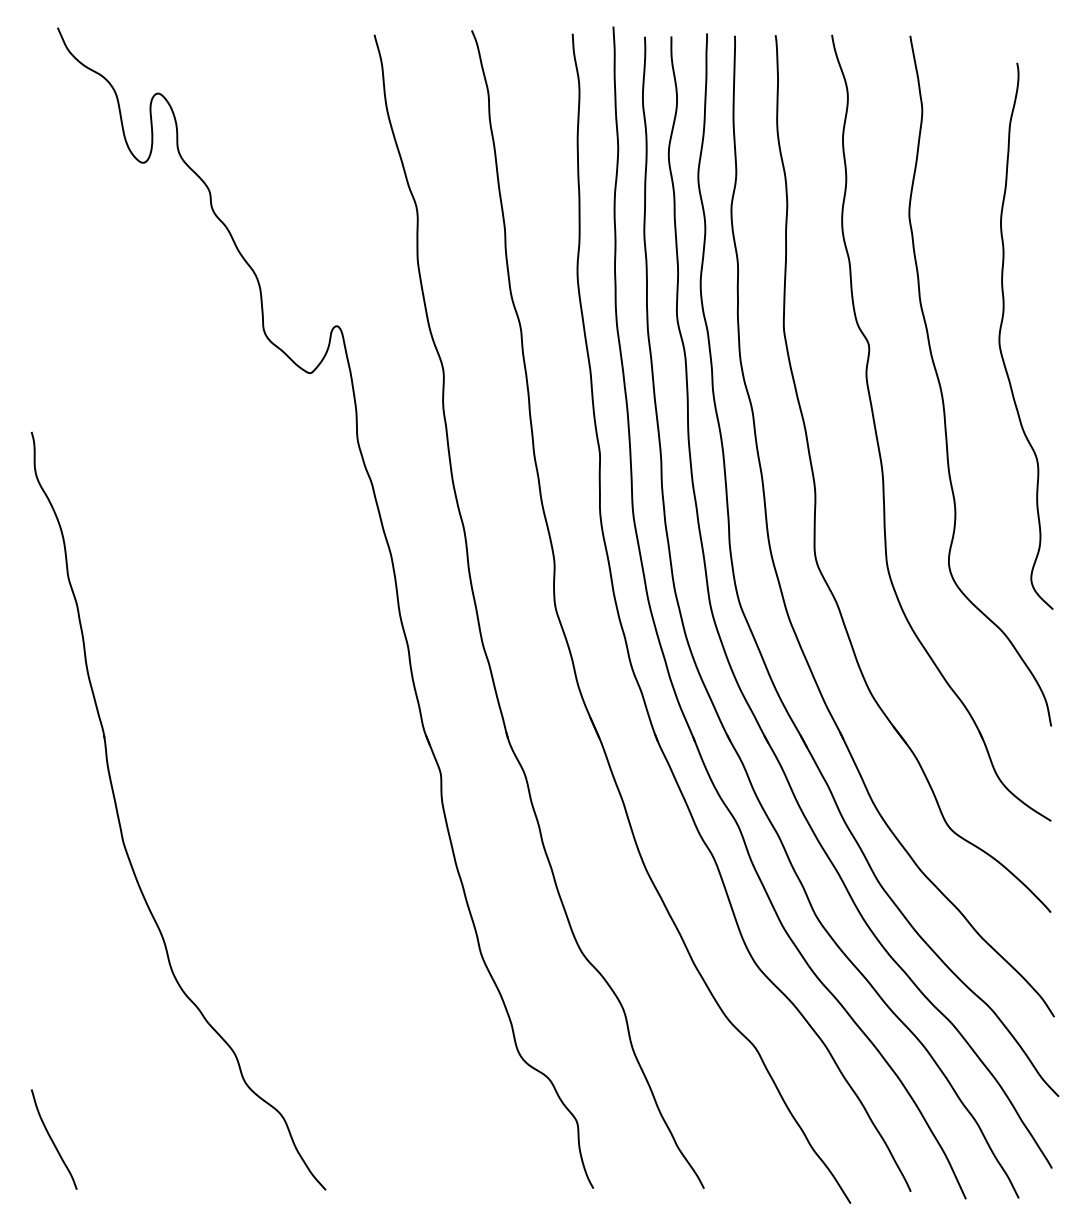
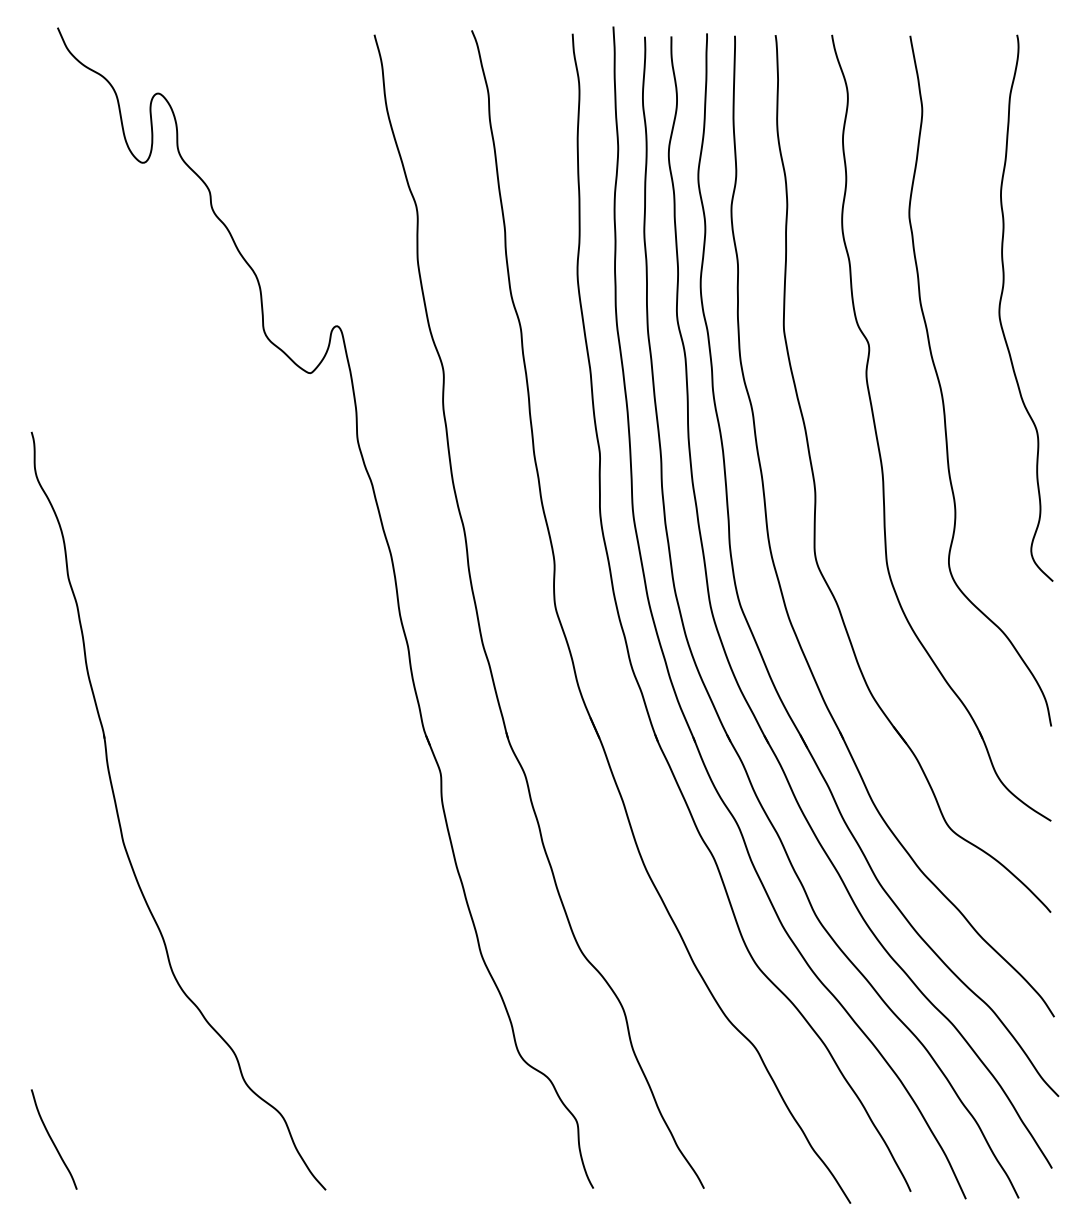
curve at (1001, 330) position: (1001, 330) -> (1001, 302)
